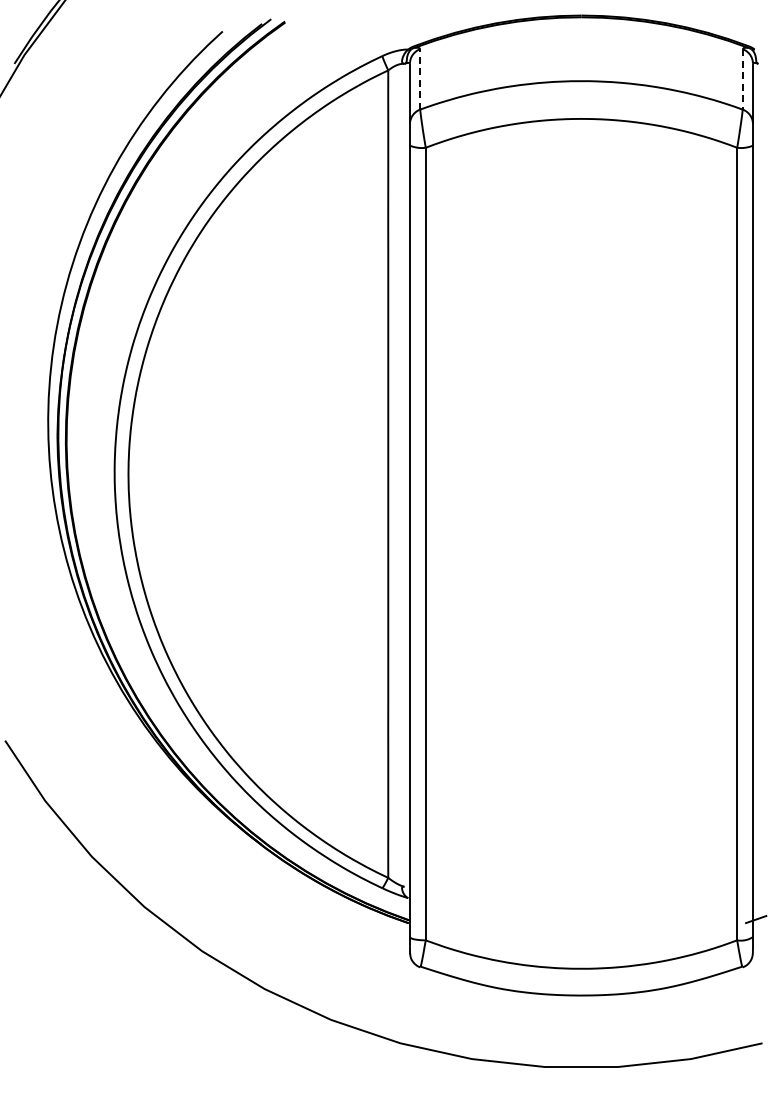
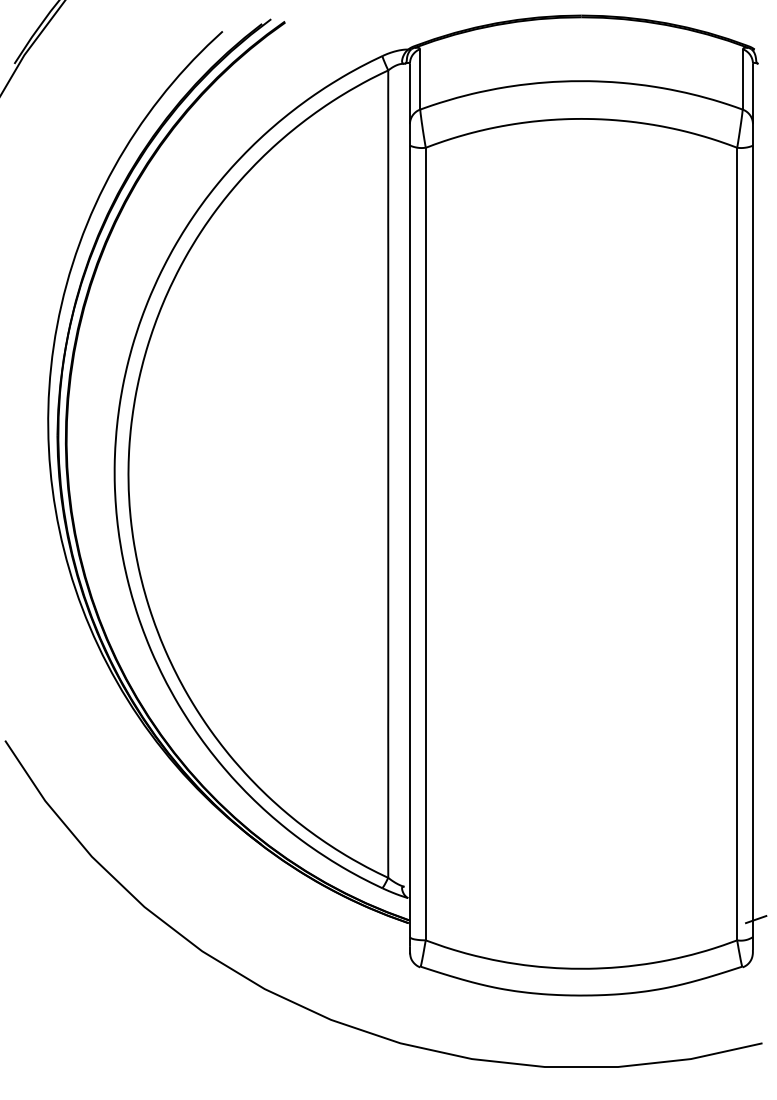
line at (420, 78): dashed -> solid
line at (742, 79): dashed -> solid
